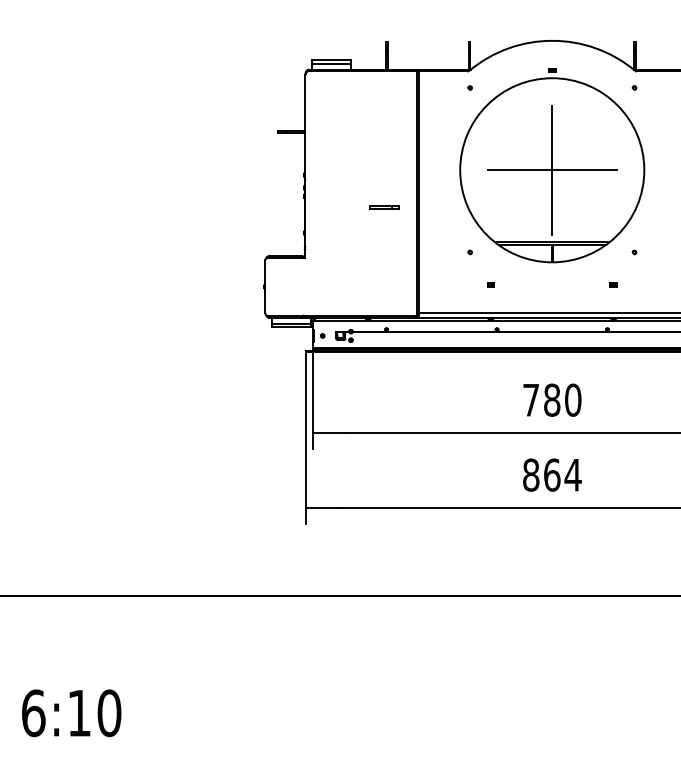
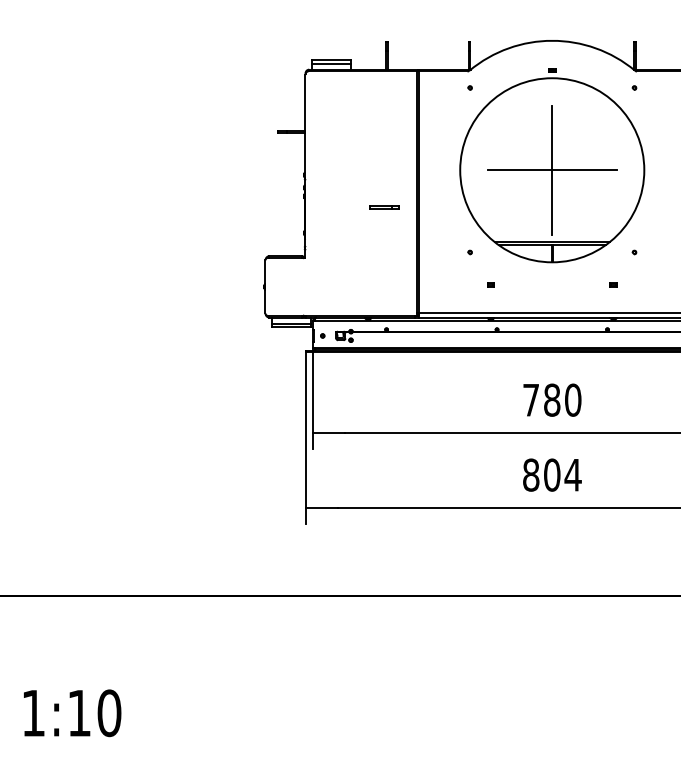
text at (552, 474): 864 -> 804
text at (33, 713): 6:10 -> 1:10
